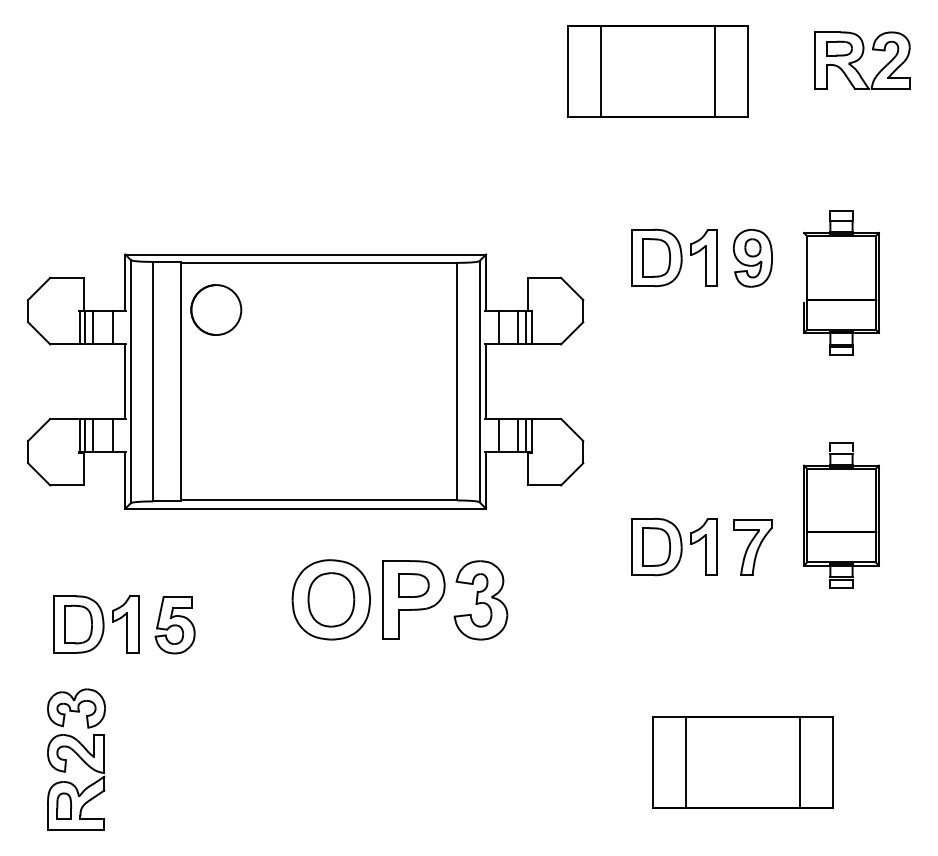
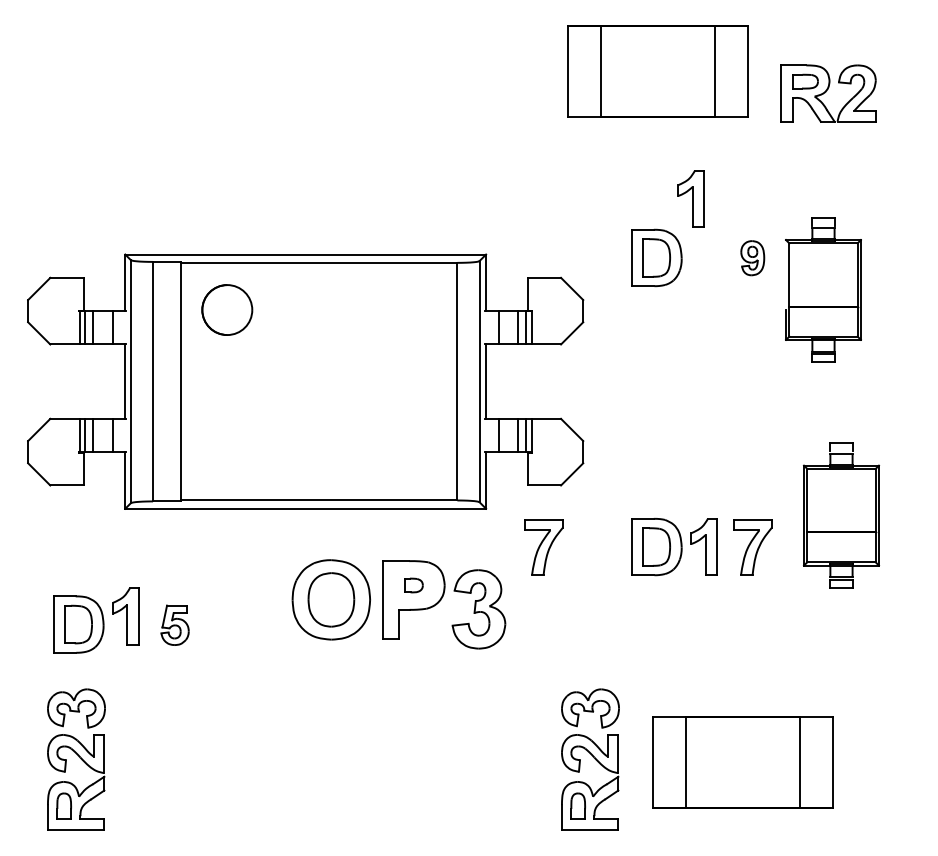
part at (862, 60) position: (862, 60) -> (828, 93)
part at (703, 257) position: (703, 257) -> (690, 198)
part at (752, 257) size: 41x60 px -> 26x37 px
part at (841, 282) position: (841, 282) -> (823, 289)
part at (216, 309) position: (216, 309) -> (227, 309)
part at (543, 547): none -> present
part at (413, 585) size: 32x25 px -> 20x17 px
part at (480, 600) position: (480, 600) -> (478, 609)
part at (125, 624) position: (125, 624) -> (125, 616)
part at (174, 625) size: 42x59 px -> 30x42 px
part at (590, 759): none -> present
